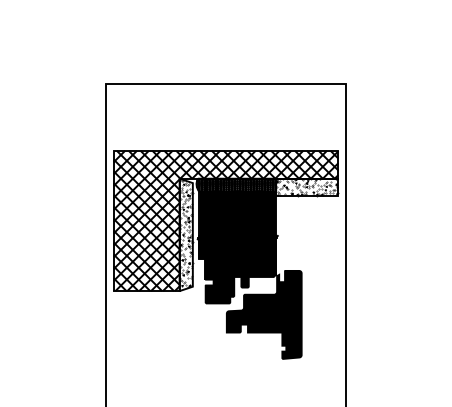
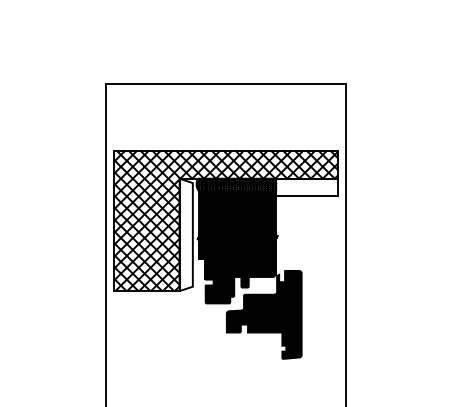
hatch at (307, 186): present -> none
hatch at (185, 233): present -> none
